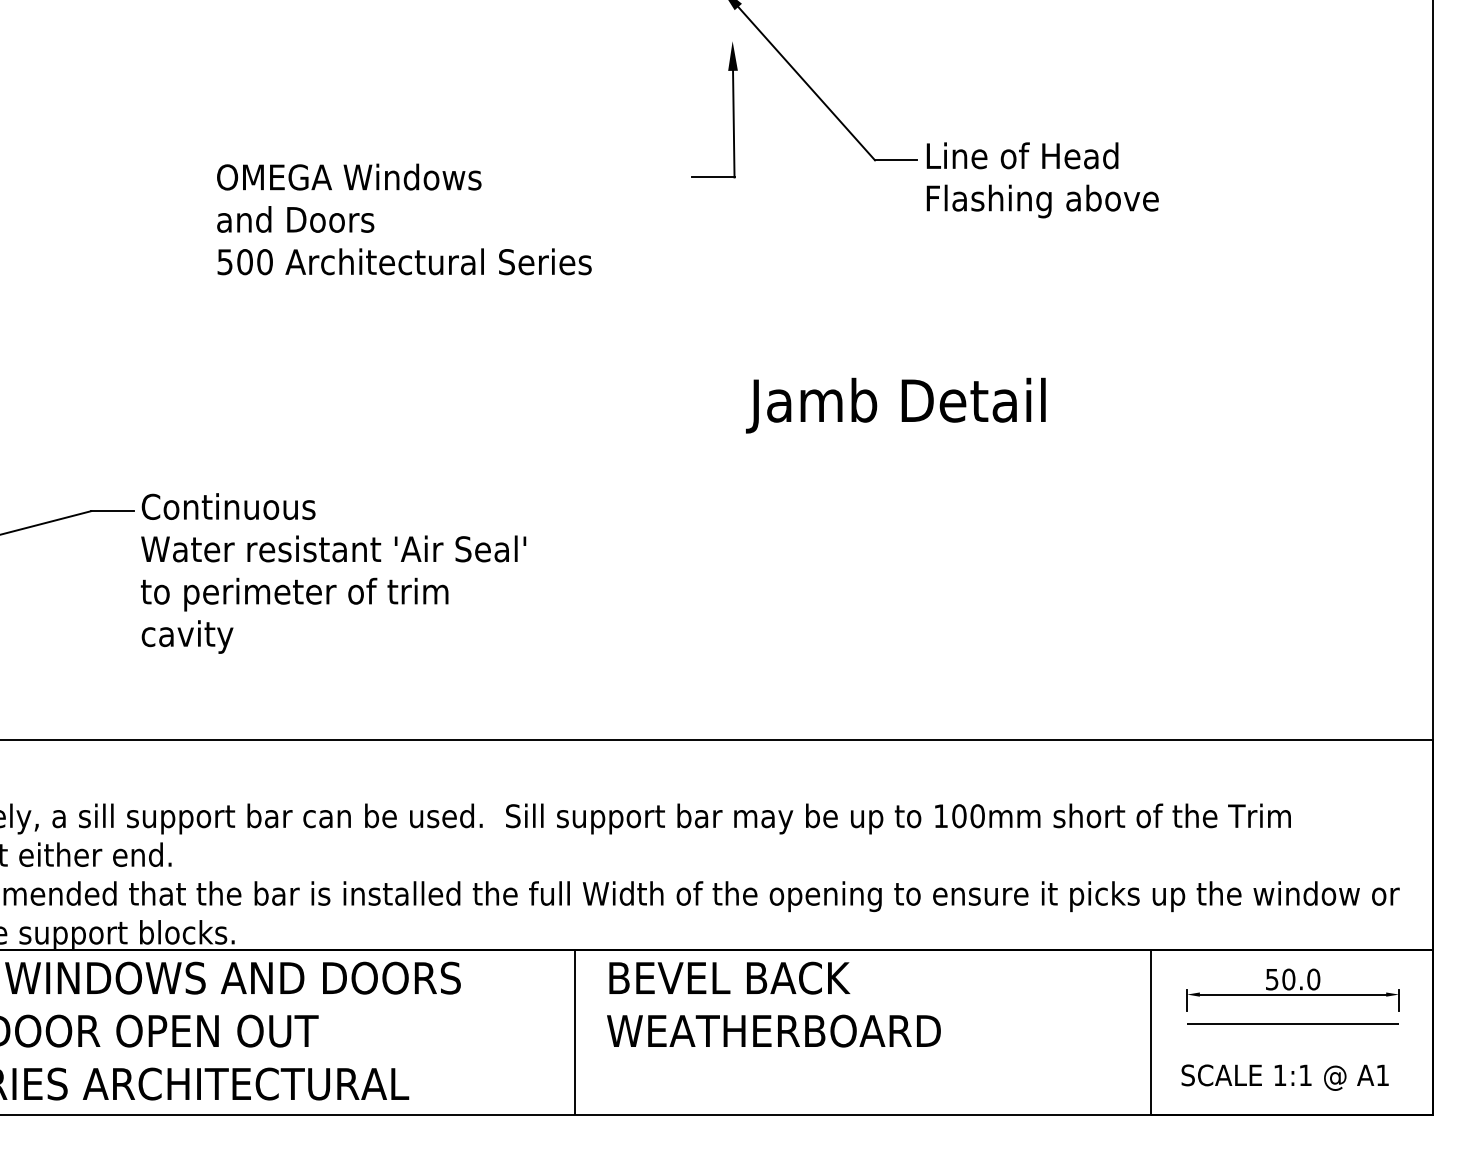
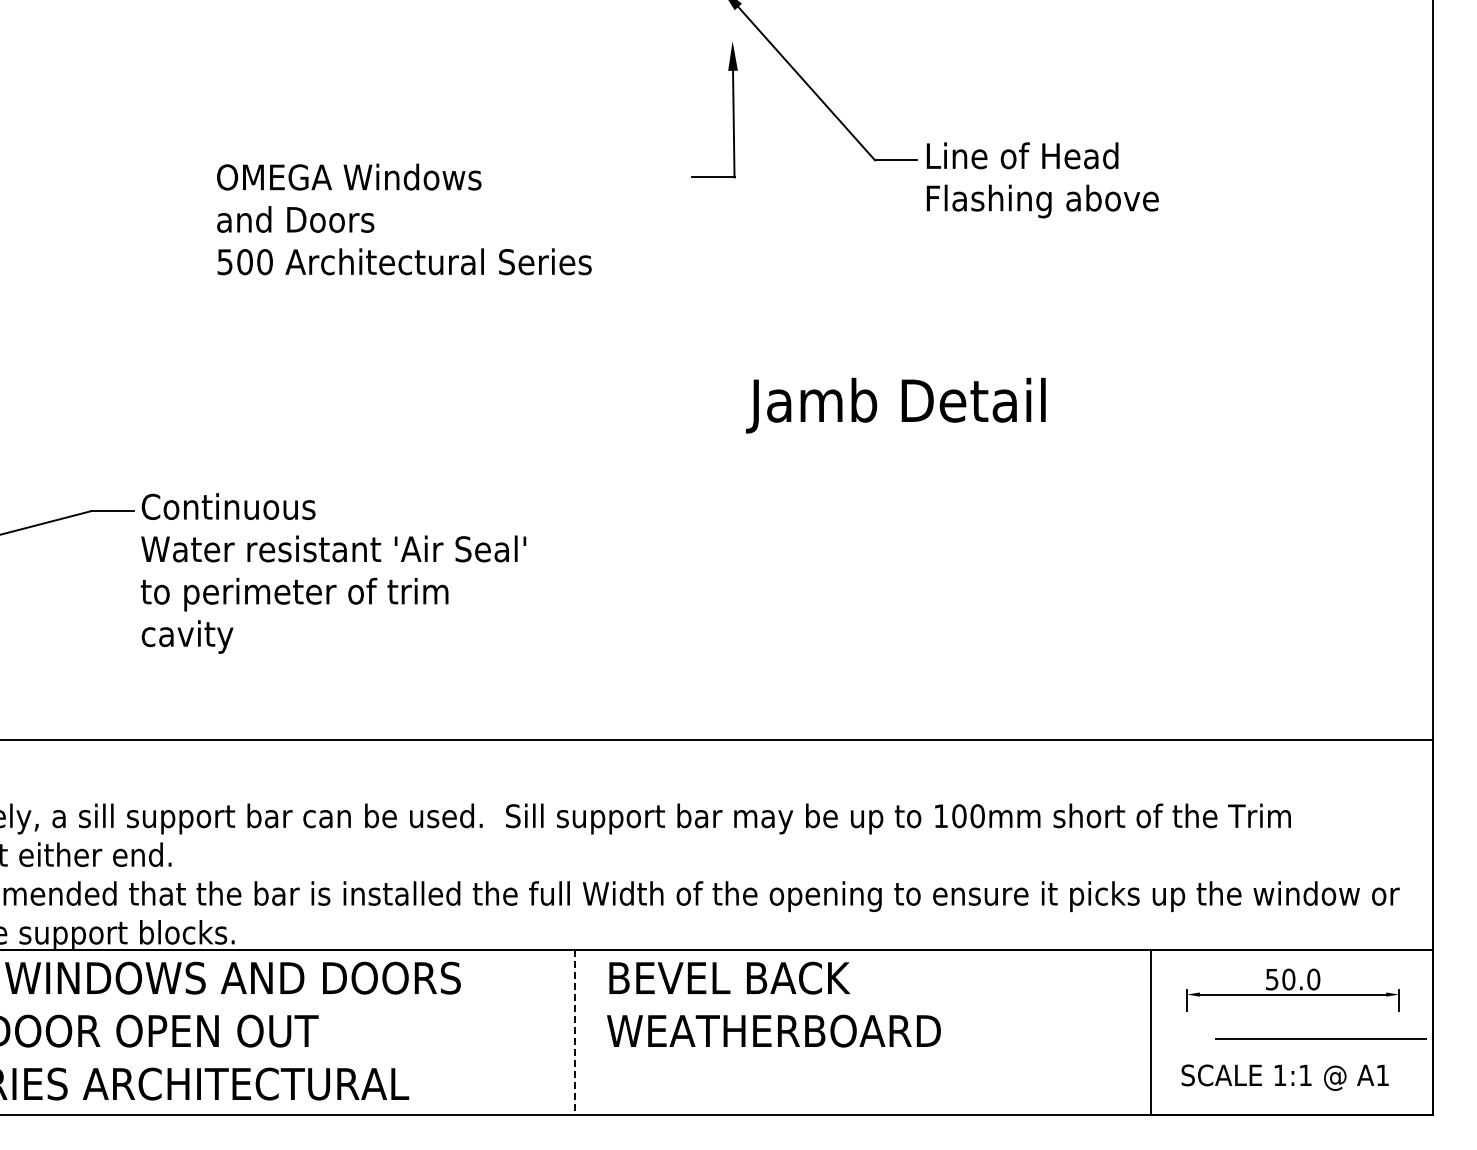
line at (1292, 1023) position: (1292, 1023) -> (1320, 1038)
line at (574, 1032): solid -> dashed
